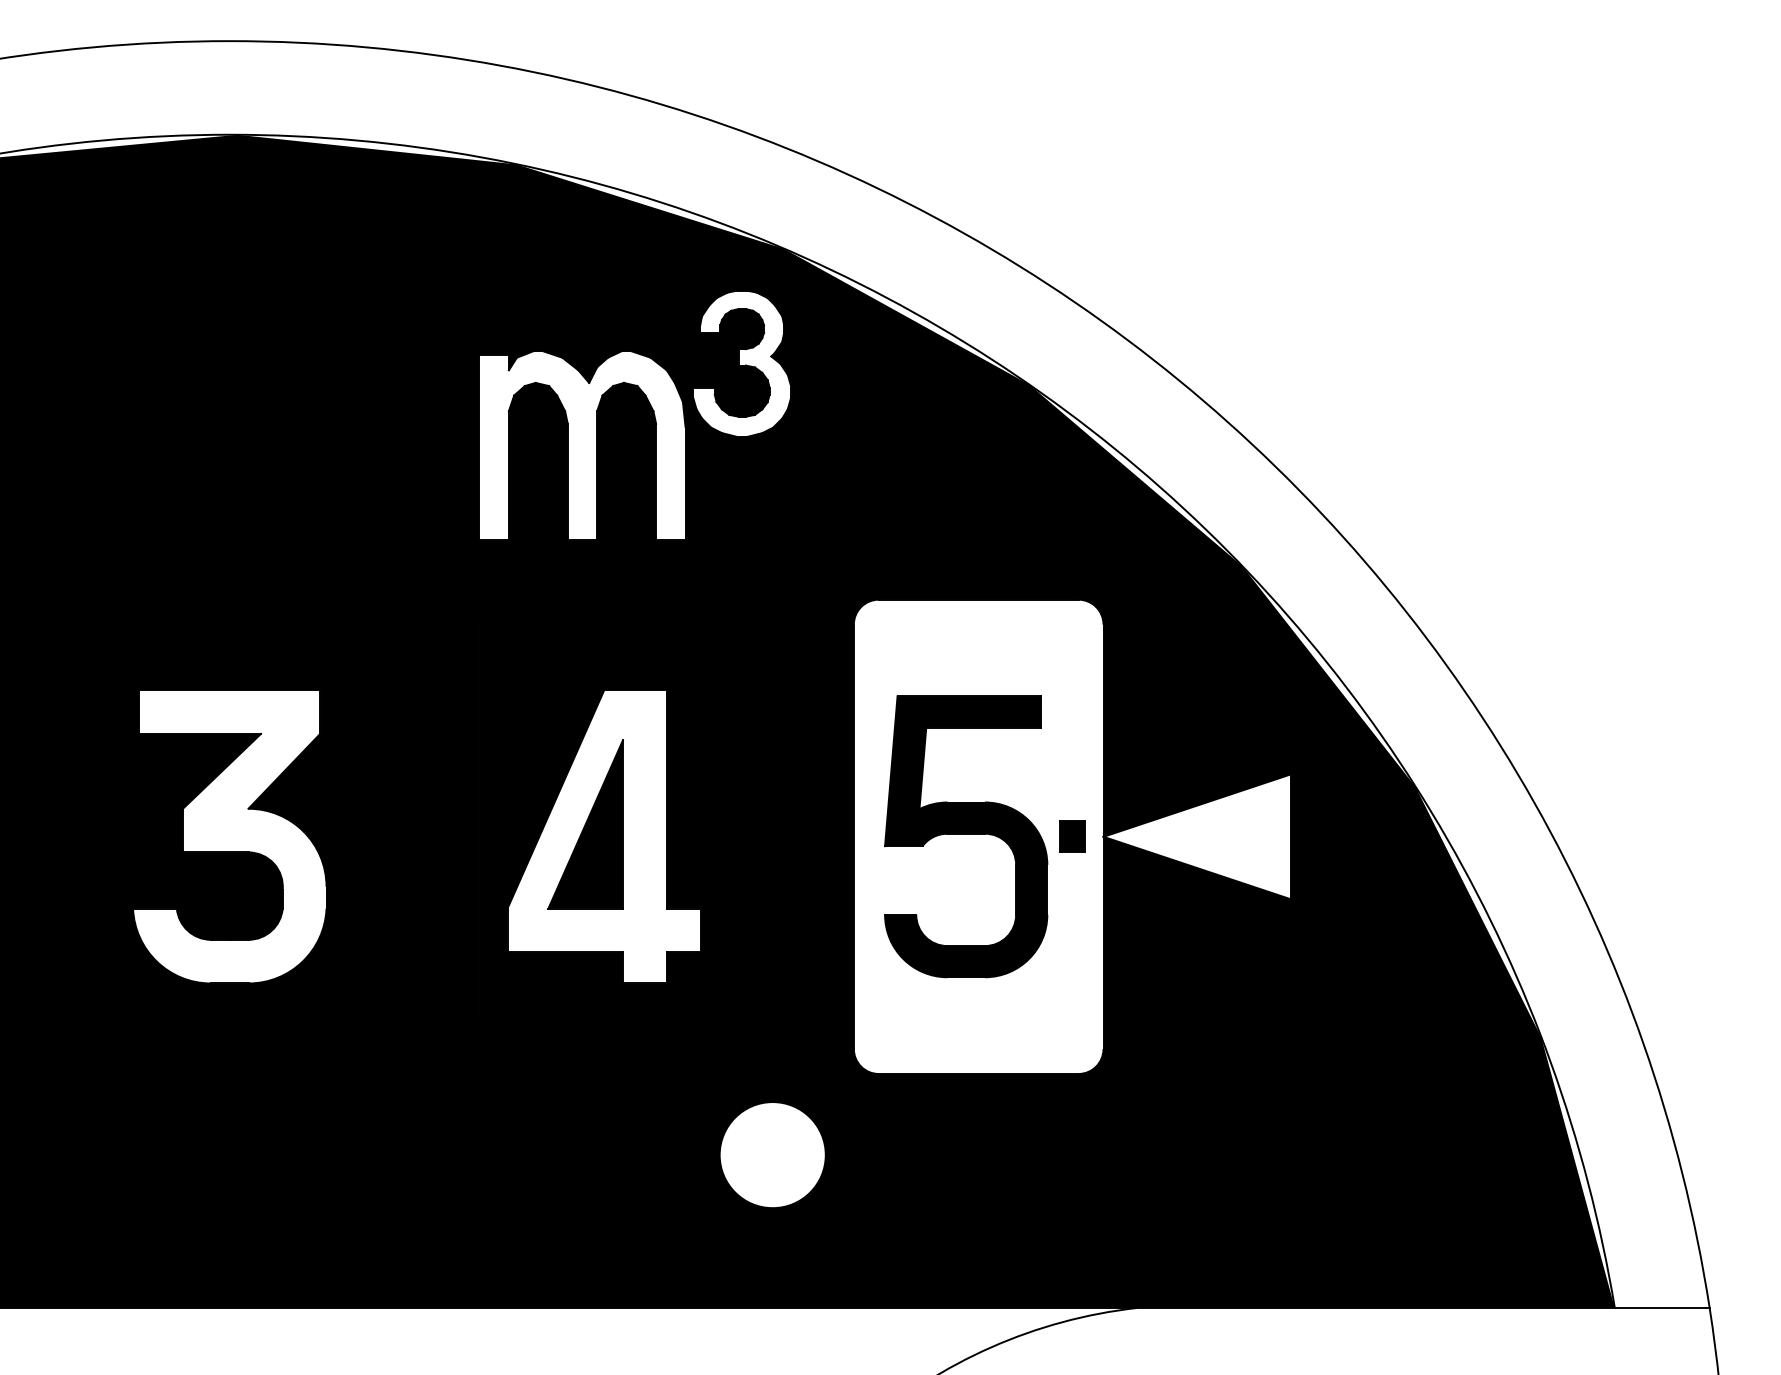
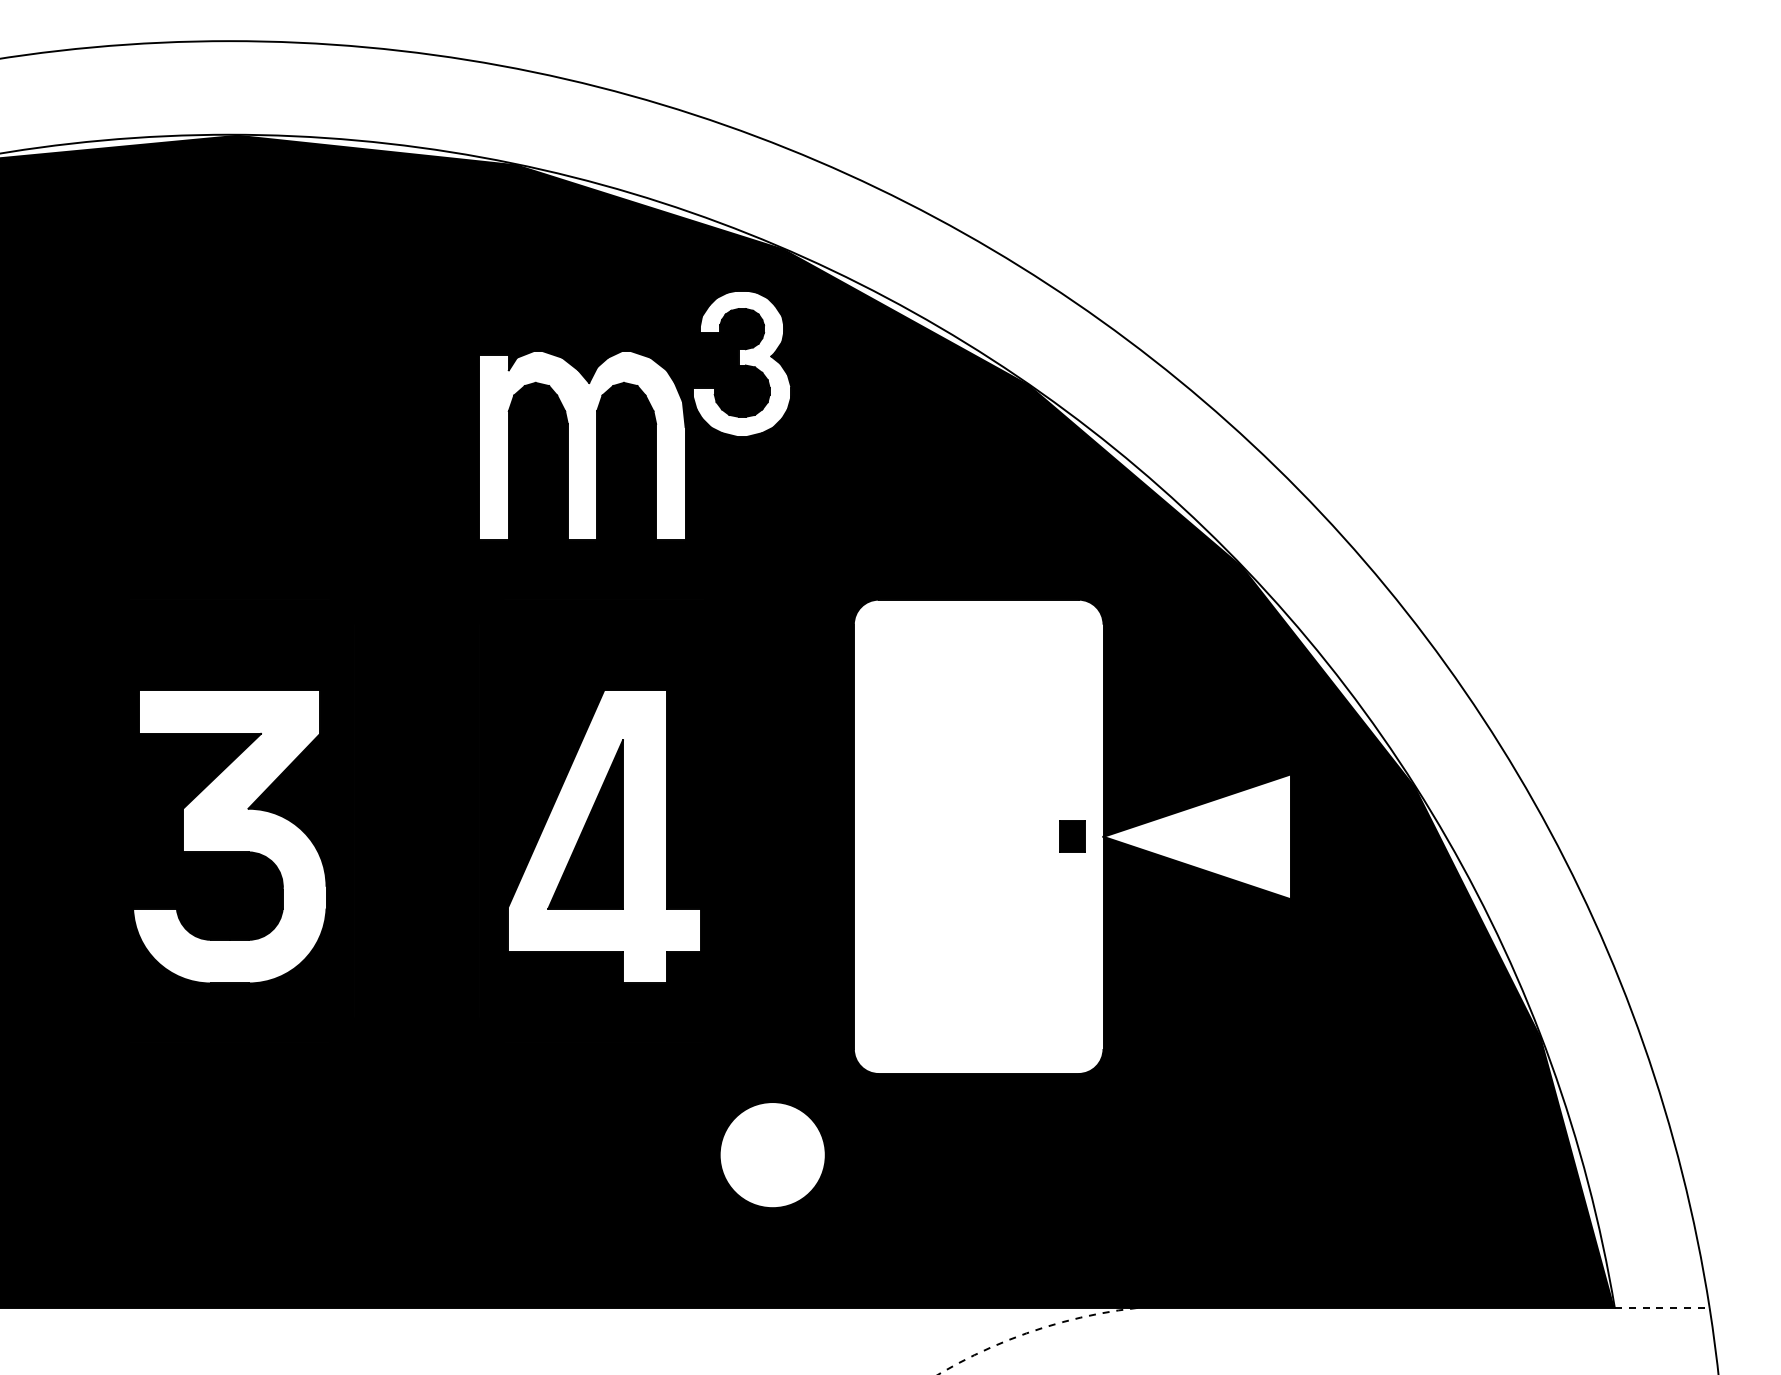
part at (966, 836): present -> none
line at (1662, 1308): solid -> dashed
arc at (1034, 1330): solid -> dashed
